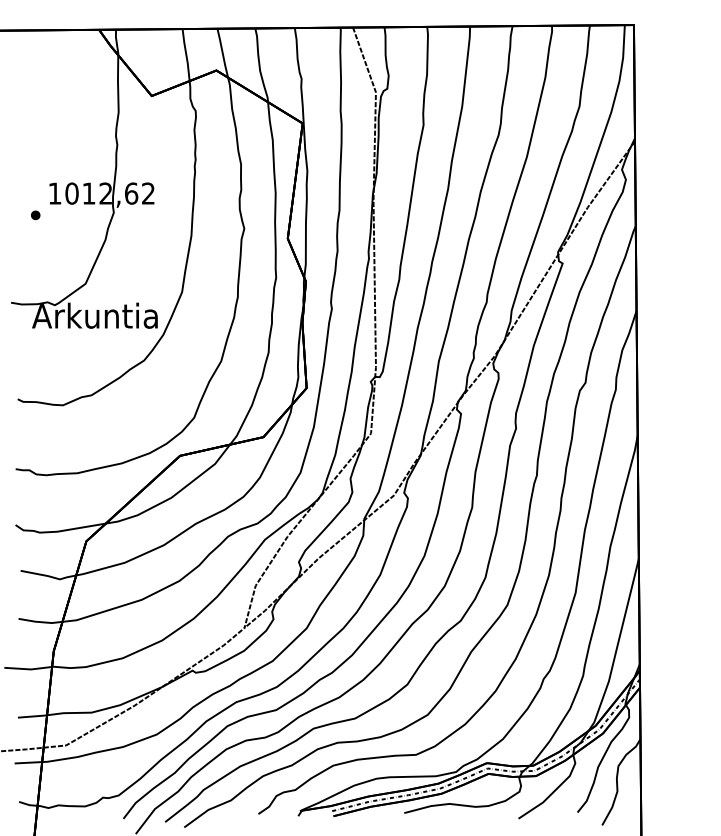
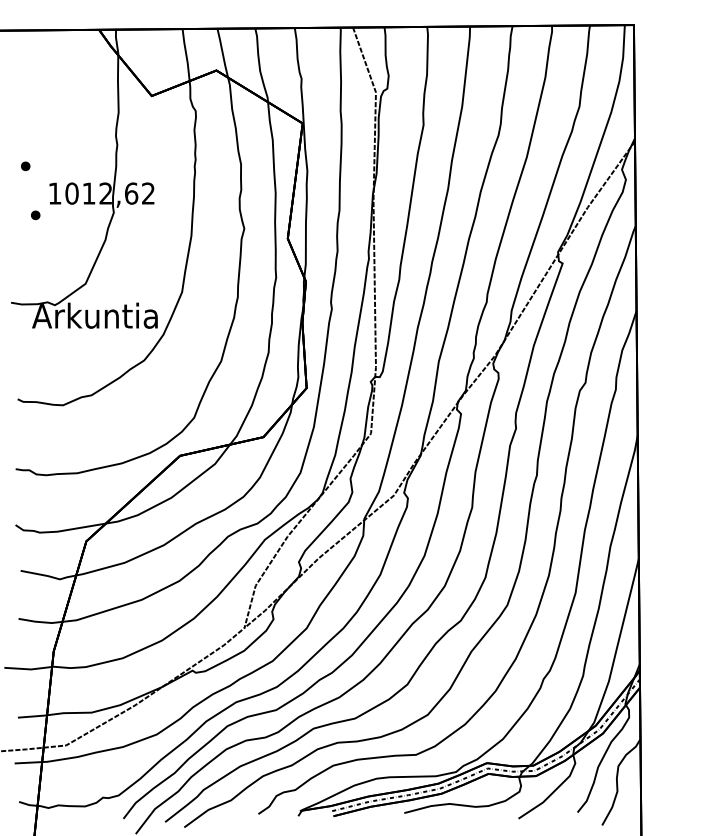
part at (25, 166): none -> present
